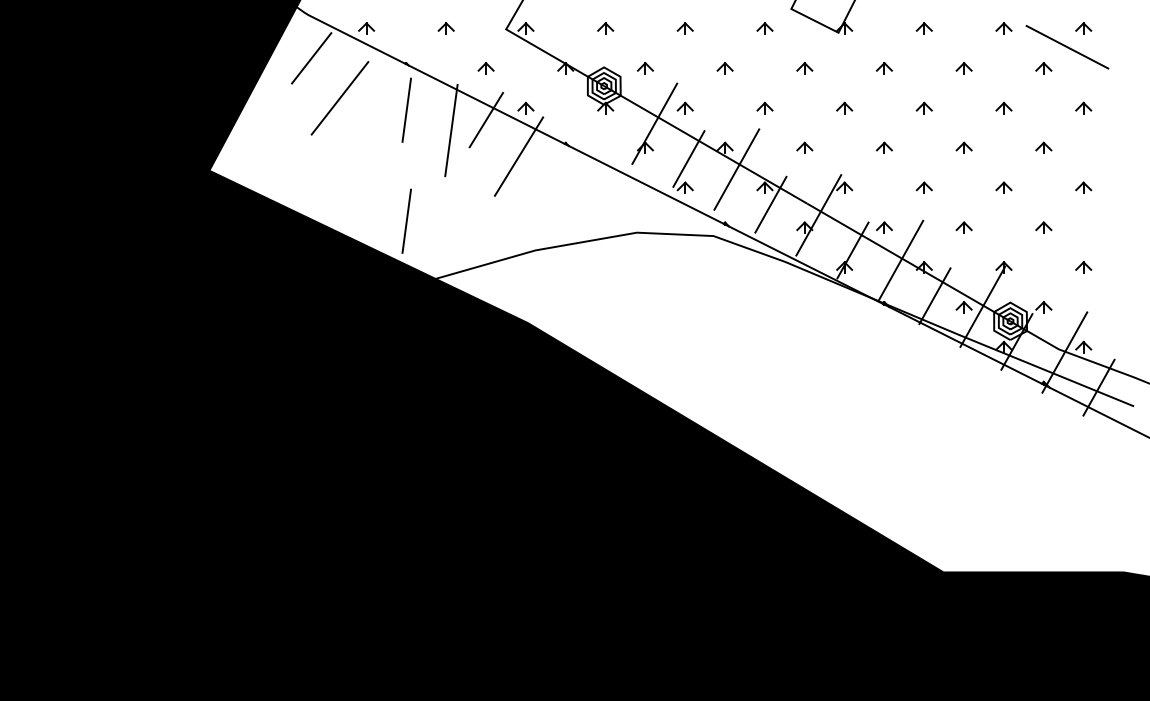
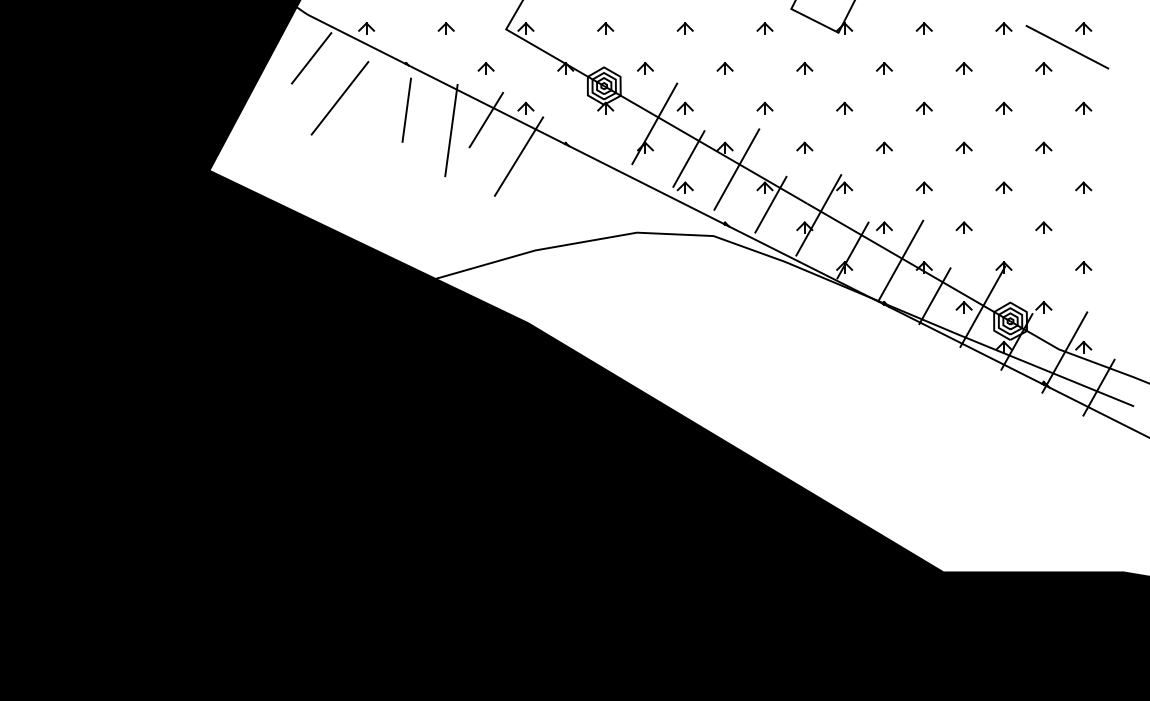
line at (406, 220): present -> none
